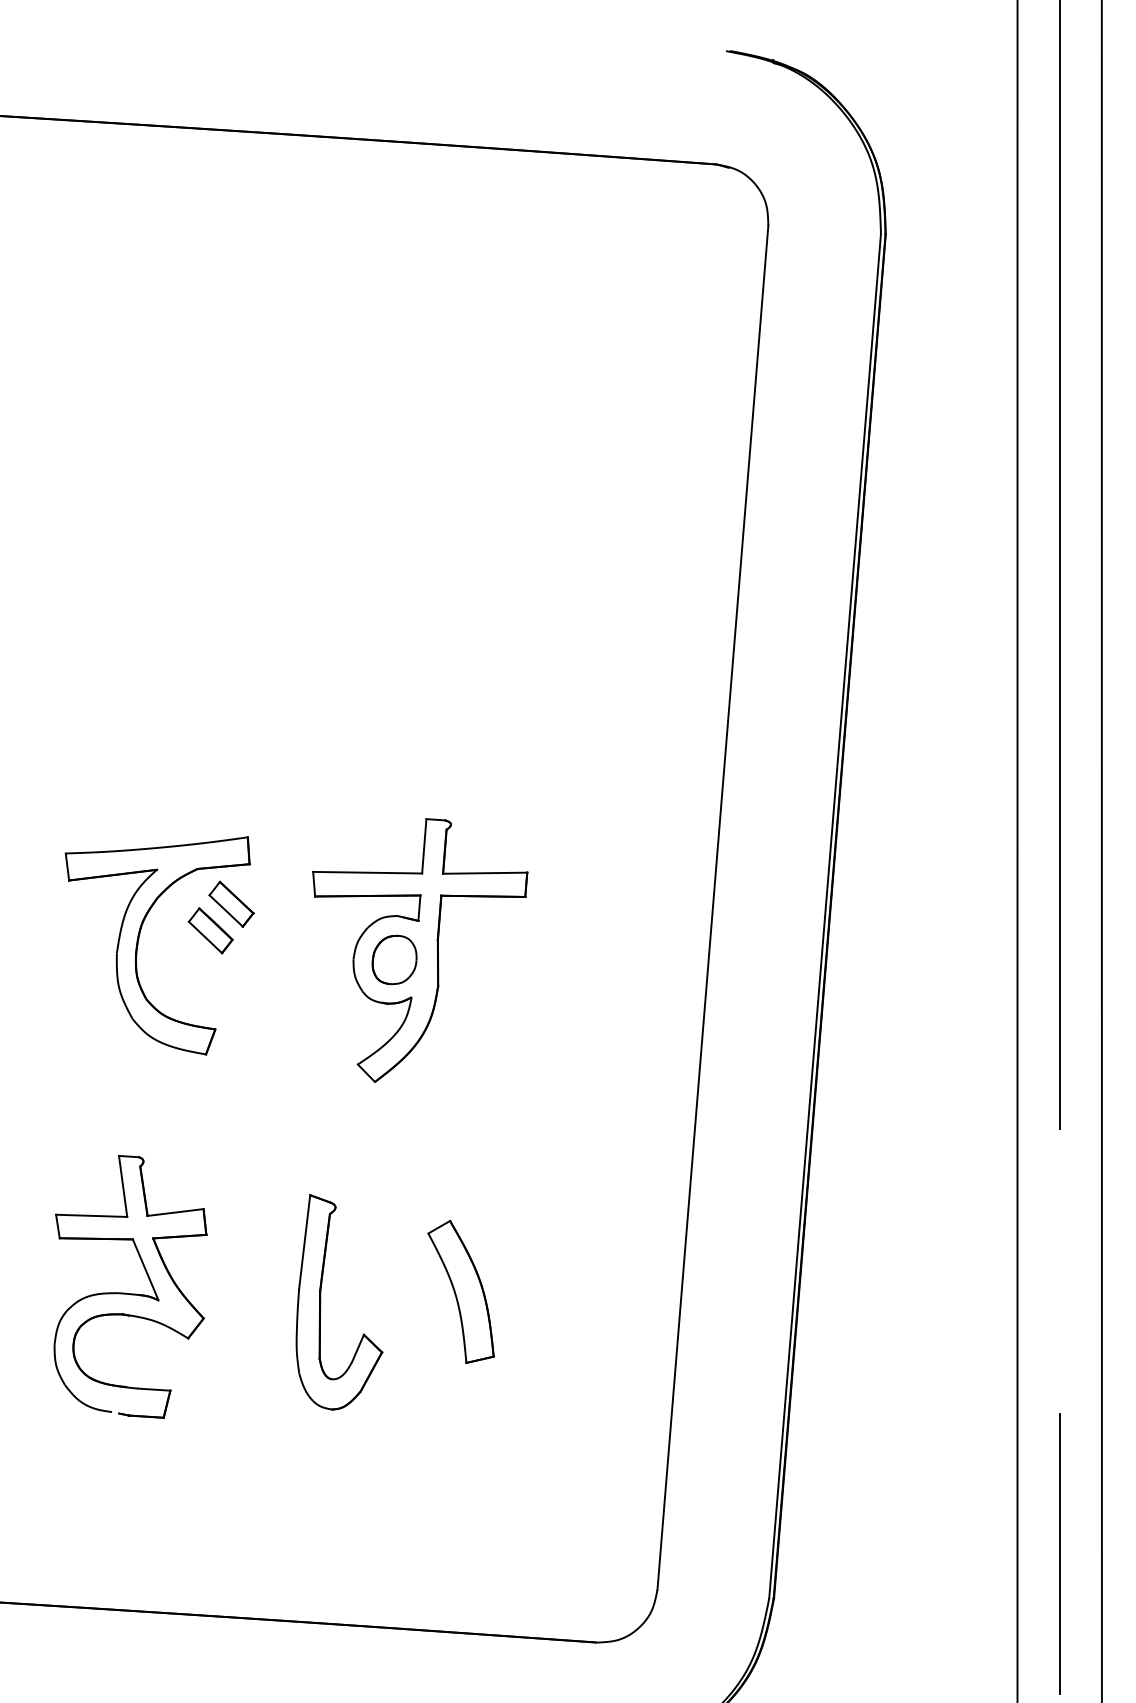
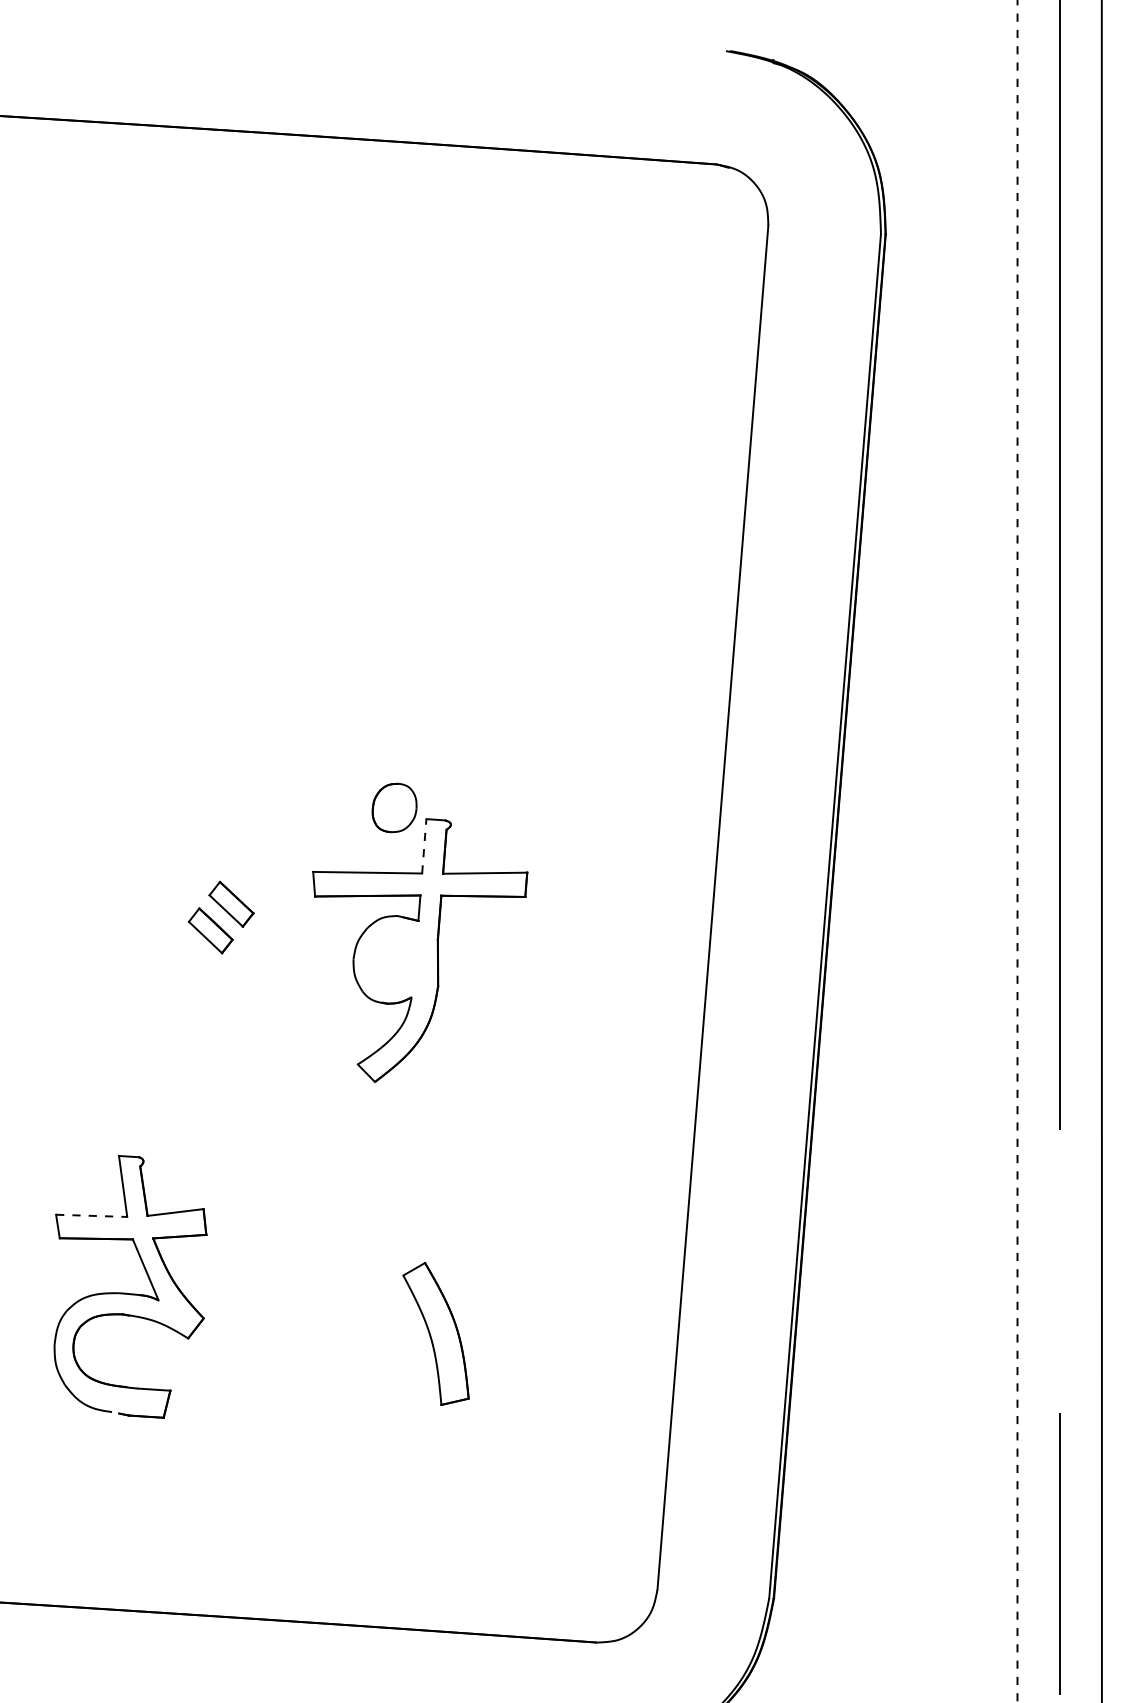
line at (424, 845): solid -> dashed
line at (1017, 851): solid -> dashed
part at (139, 939): present -> none
part at (394, 959) position: (394, 959) -> (394, 807)
line at (91, 1215): solid -> dashed
part at (460, 1291) position: (460, 1291) -> (435, 1333)
part at (321, 1302): present -> none
